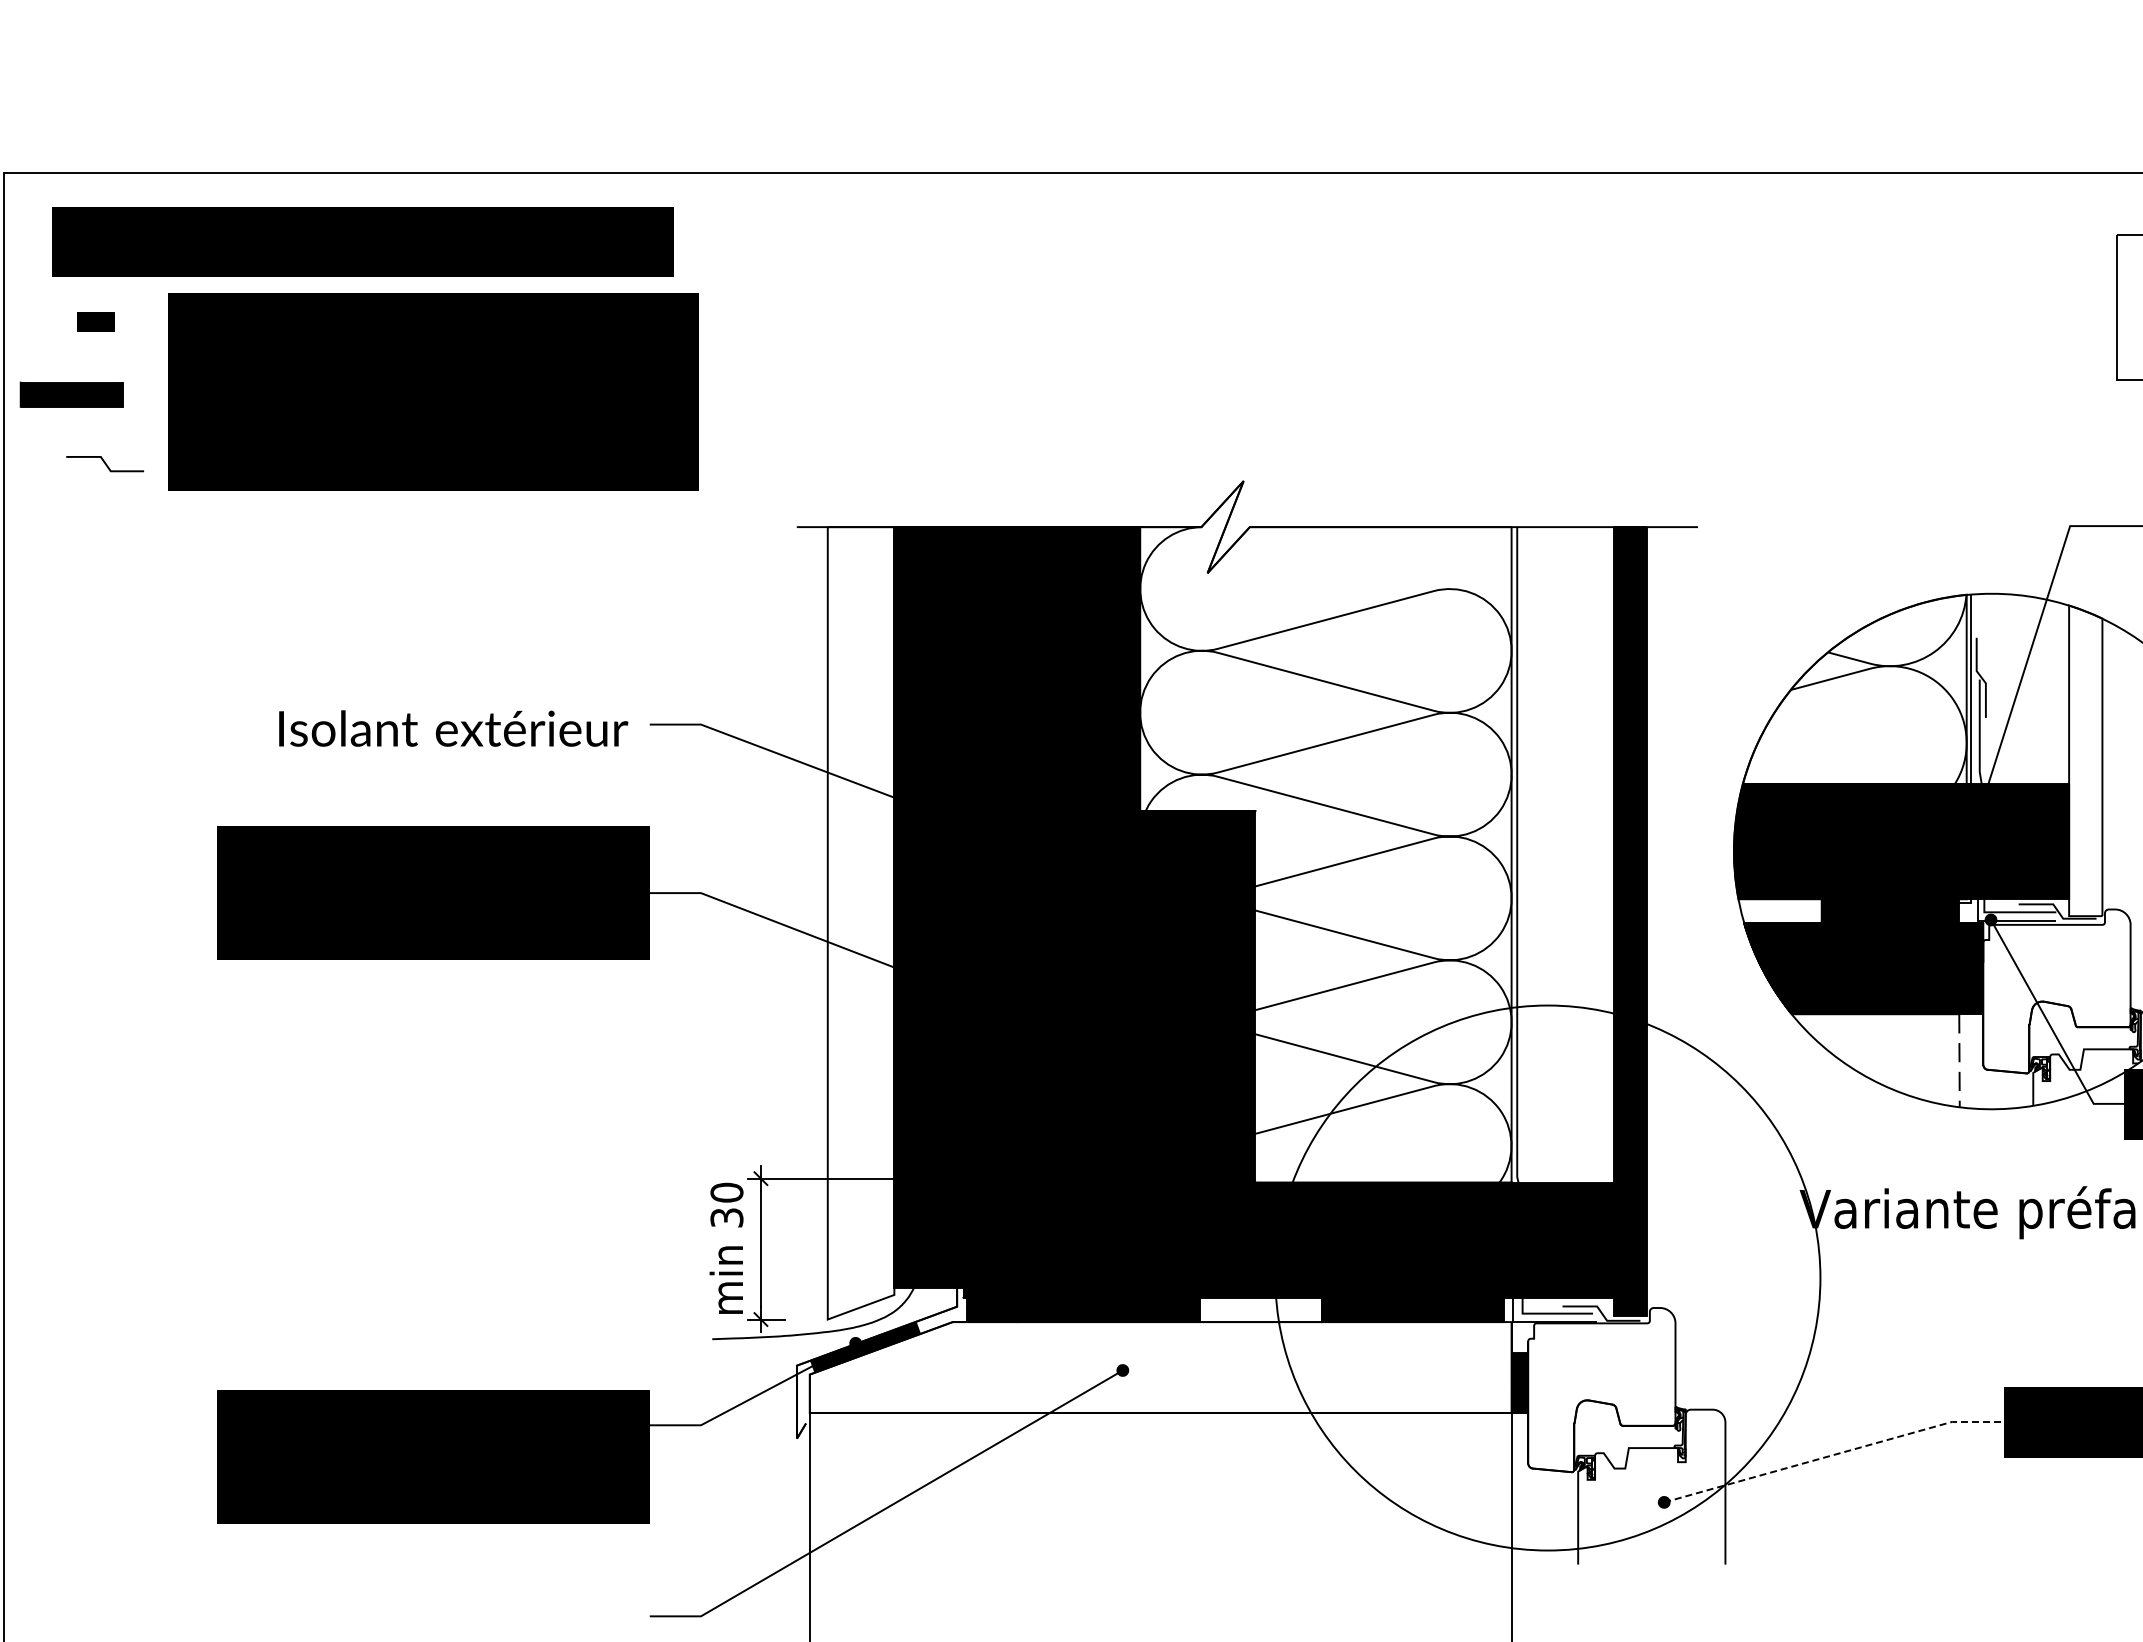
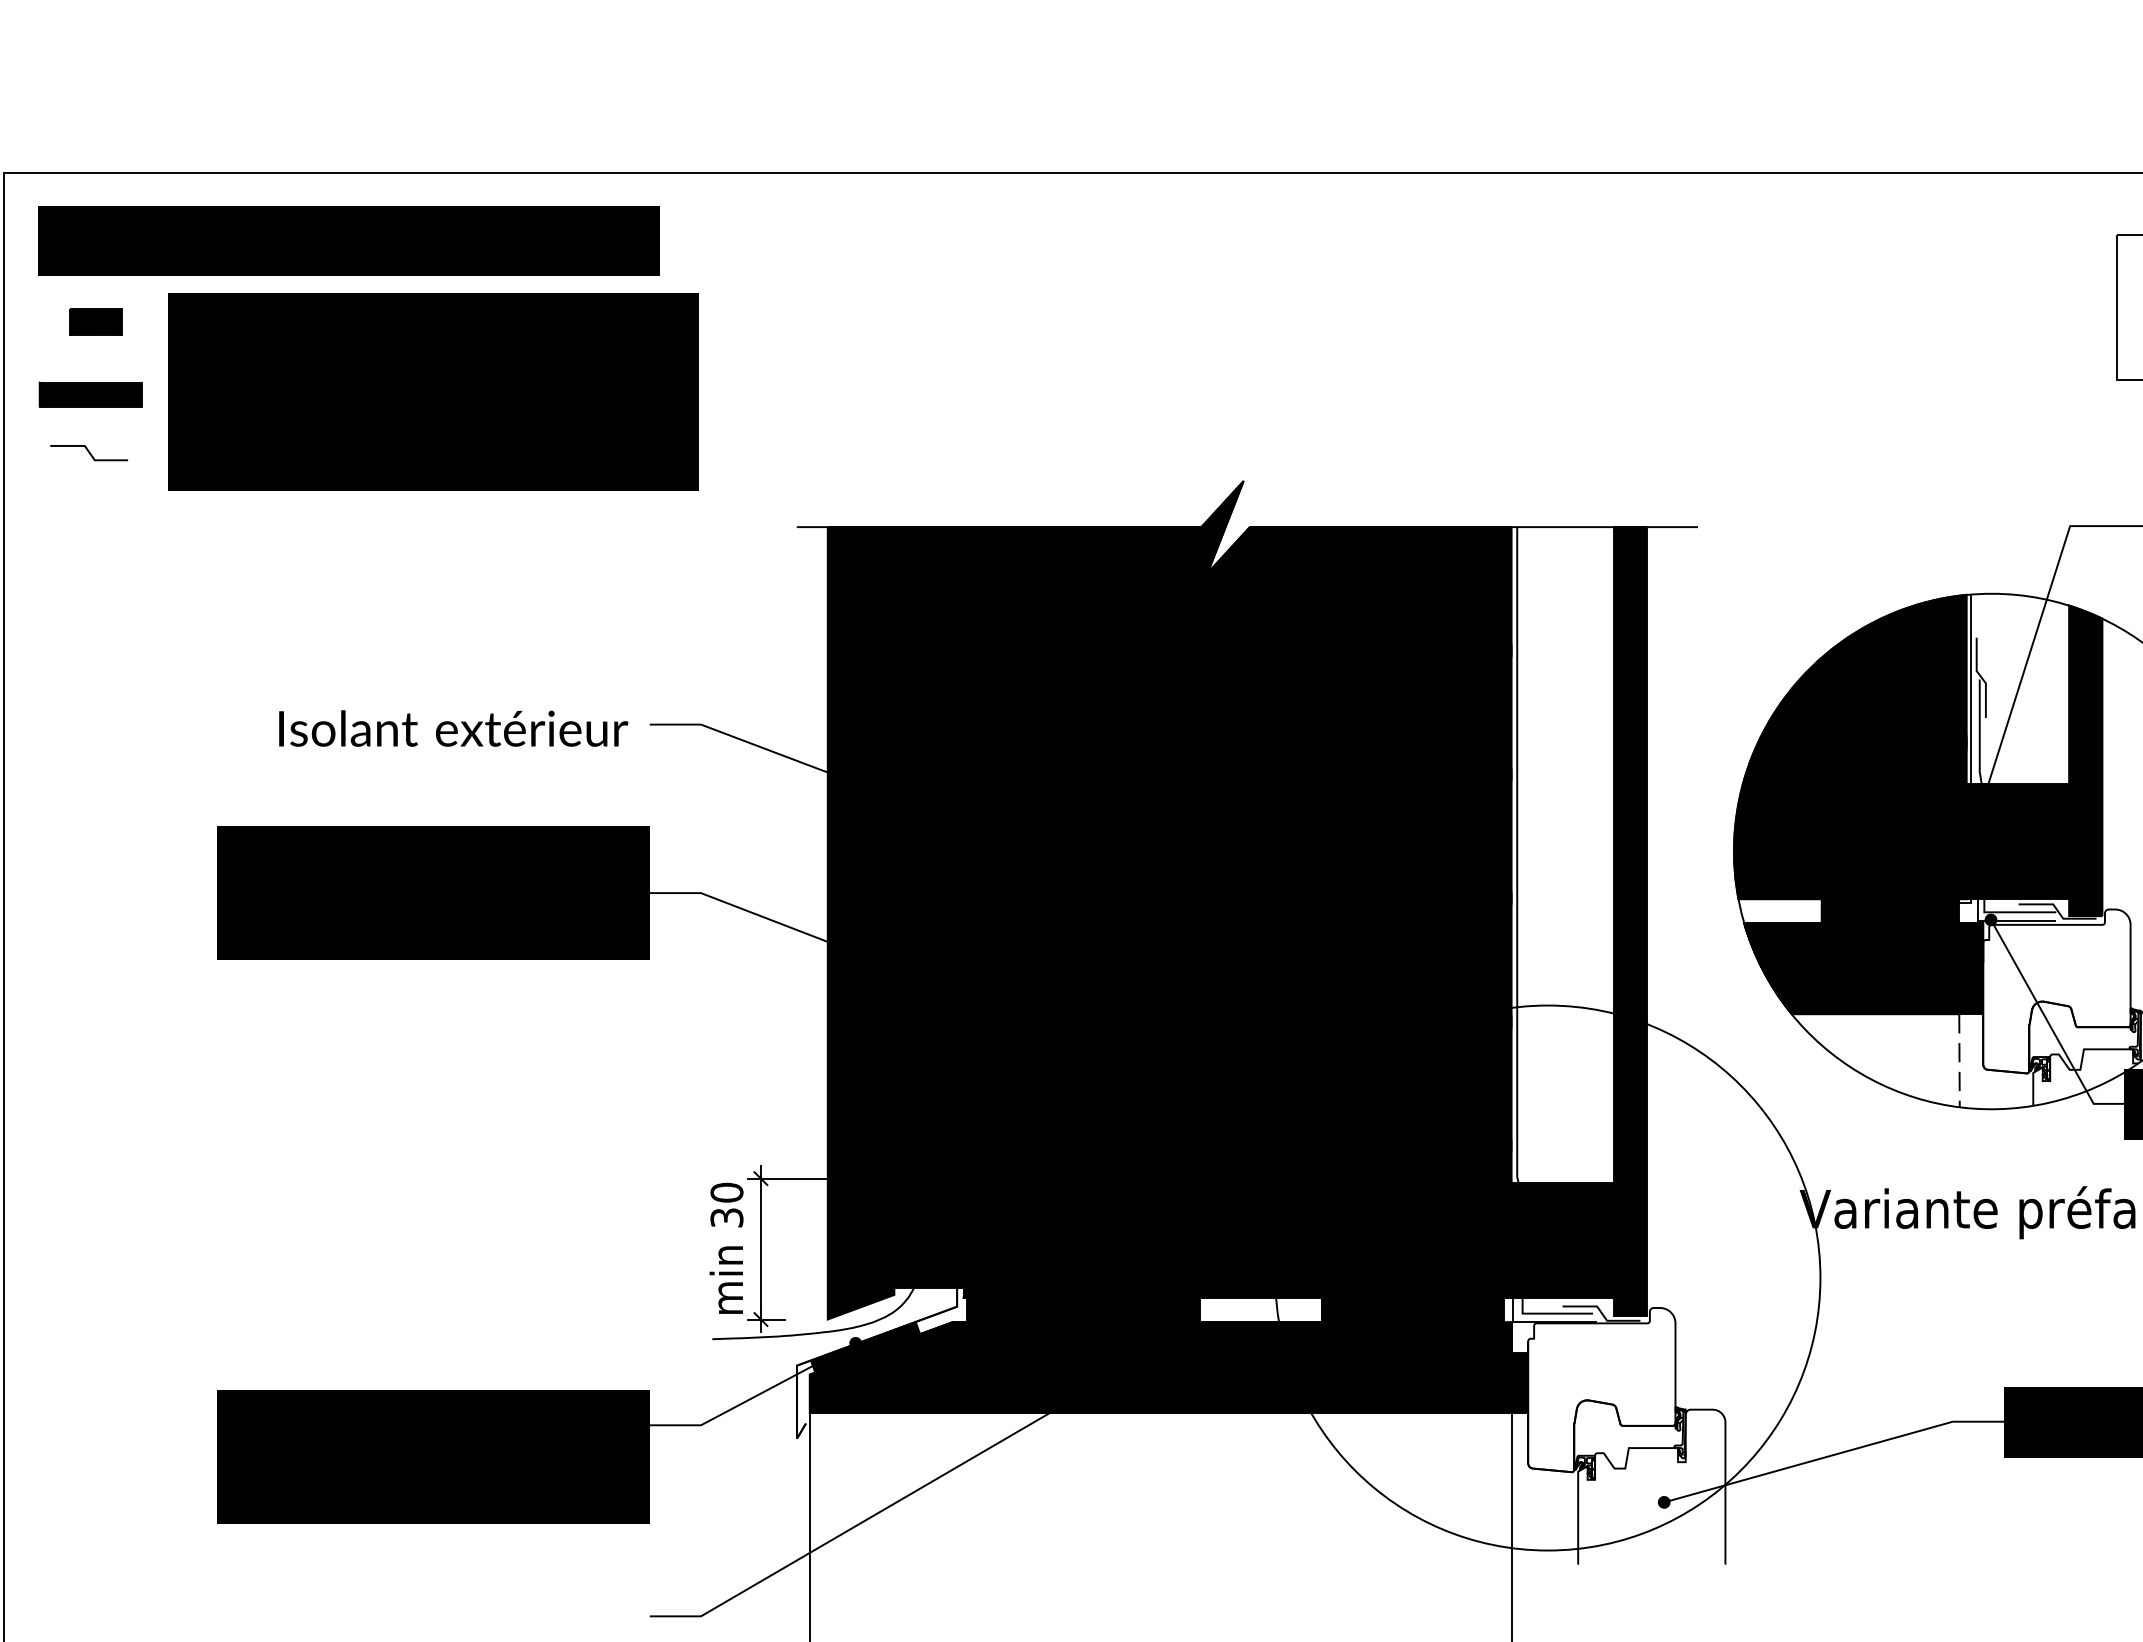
text at (362, 241) position: (362, 241) -> (348, 240)
part at (95, 321) size: 38x20 px -> 54x28 px
part at (71, 394) position: (71, 394) -> (90, 394)
line at (104, 464) position: (104, 464) -> (88, 453)
fill at (1854, 689): none -> present
fill at (2085, 760): none -> present
fill at (1325, 831): none -> present
fill at (860, 923): none -> present
fill at (1160, 1367): none -> present
line at (1834, 1454): dashed -> solid
